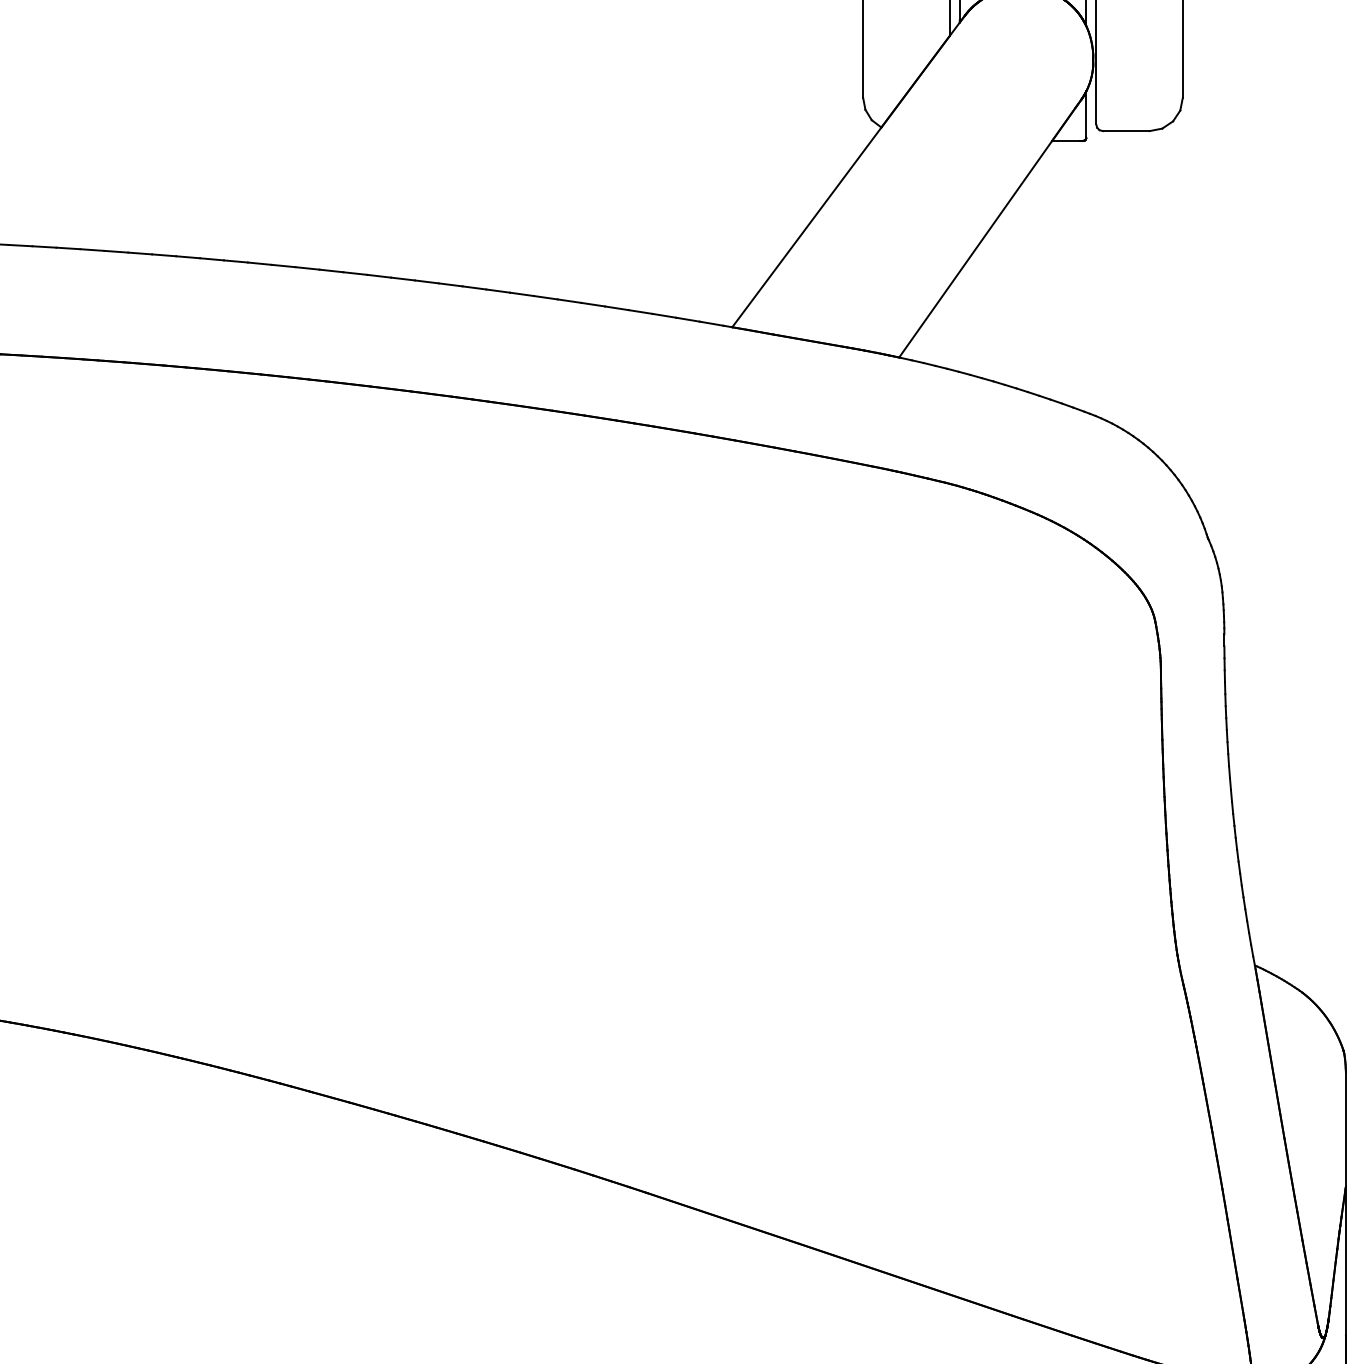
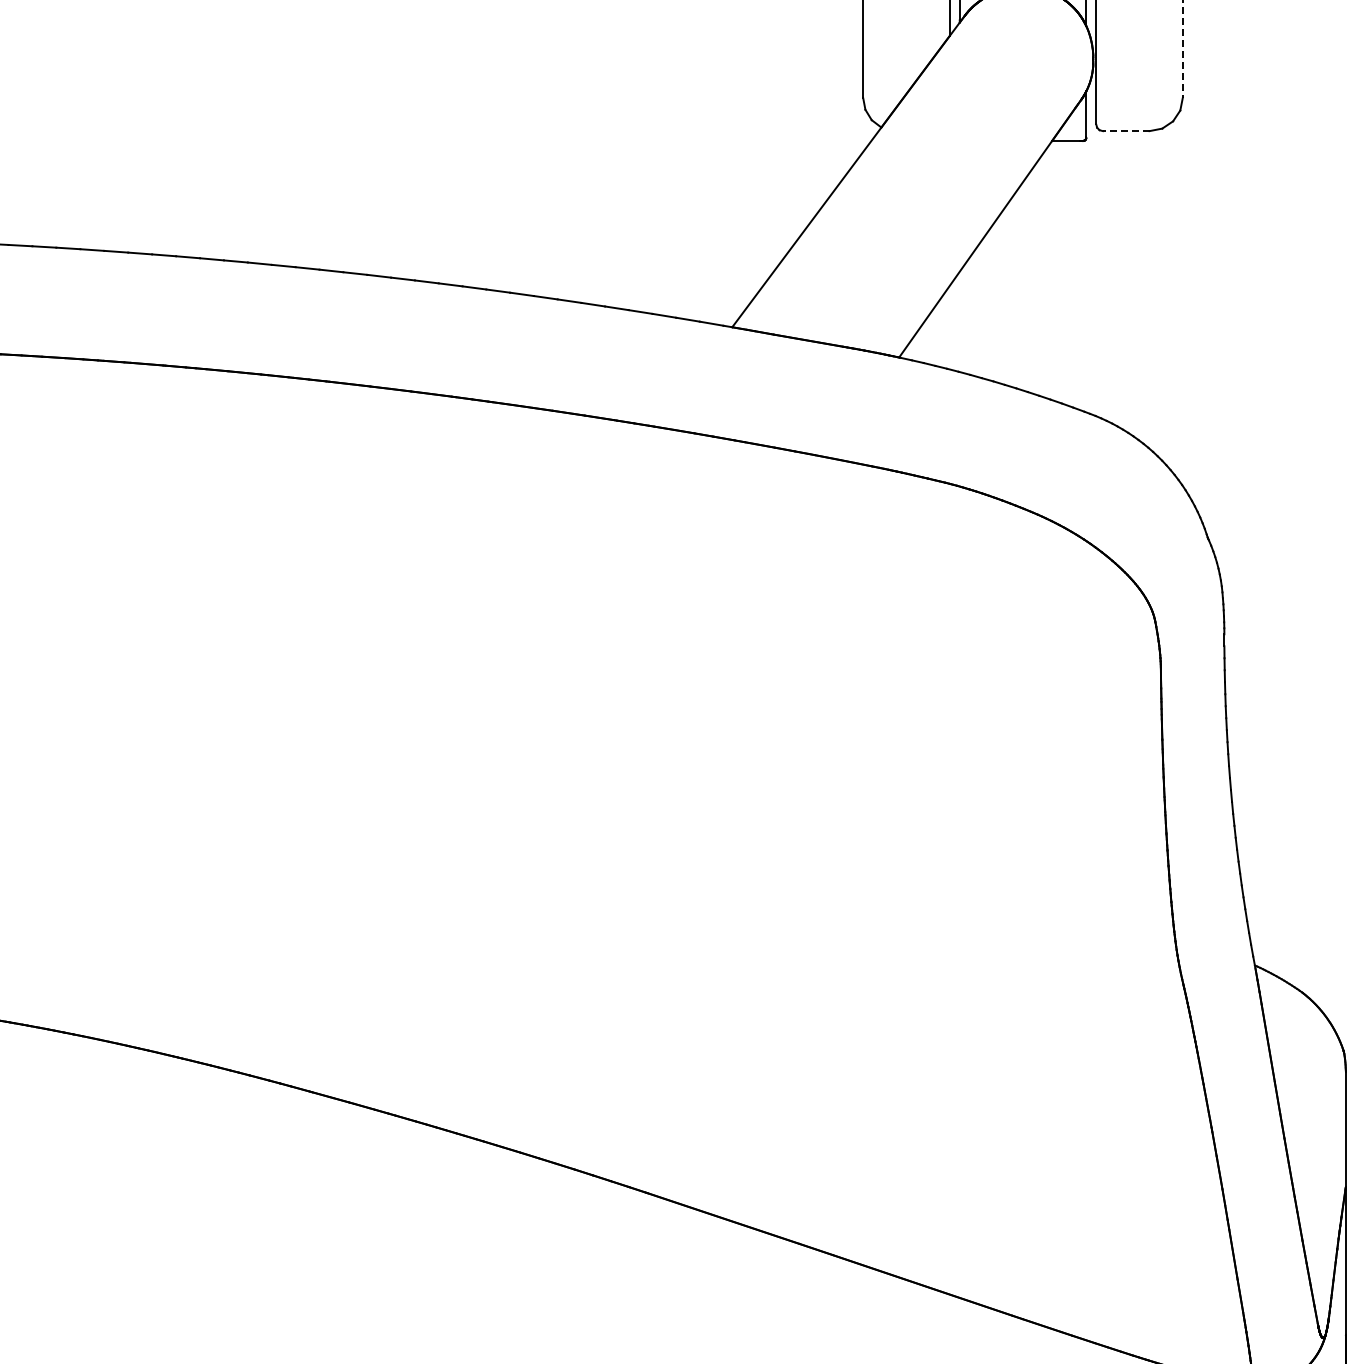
line at (1182, 49): solid -> dashed
line at (1125, 131): solid -> dashed
